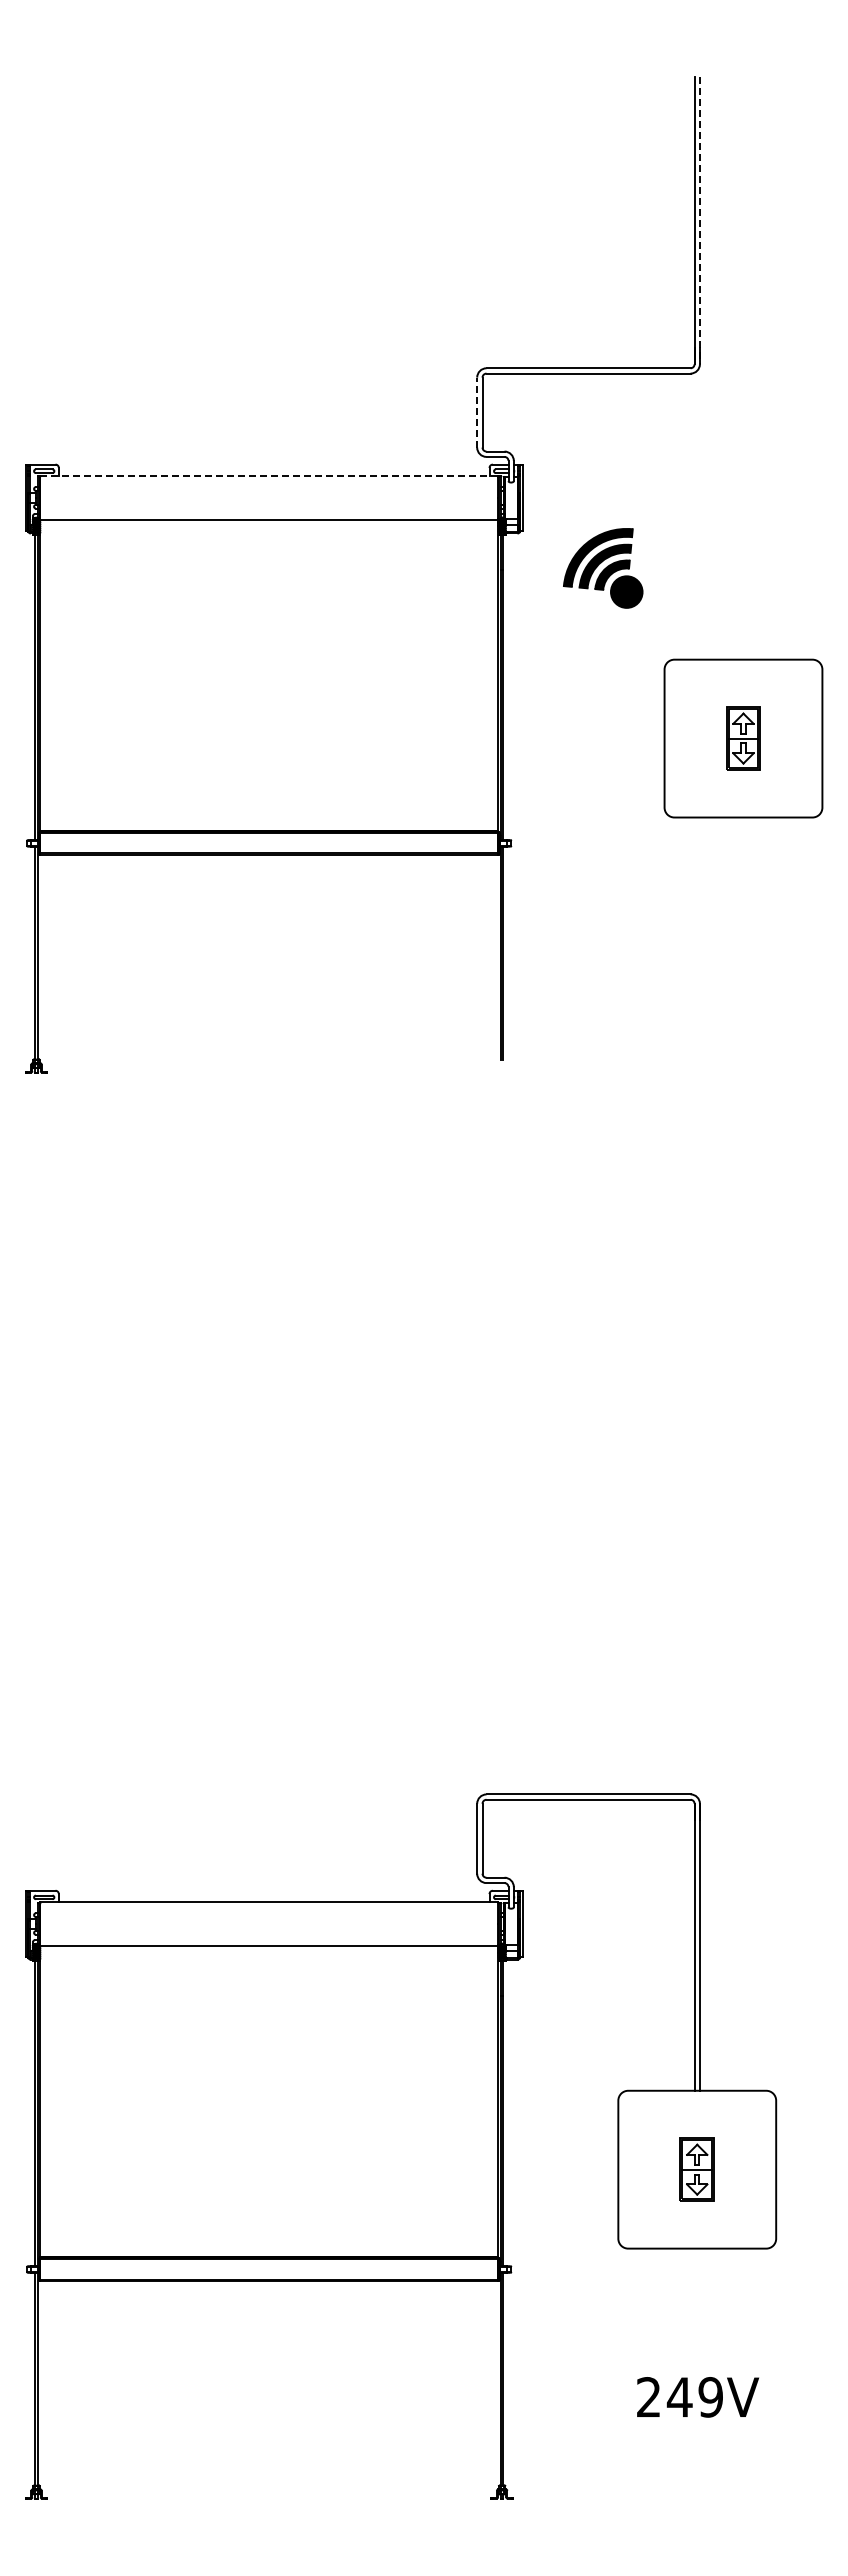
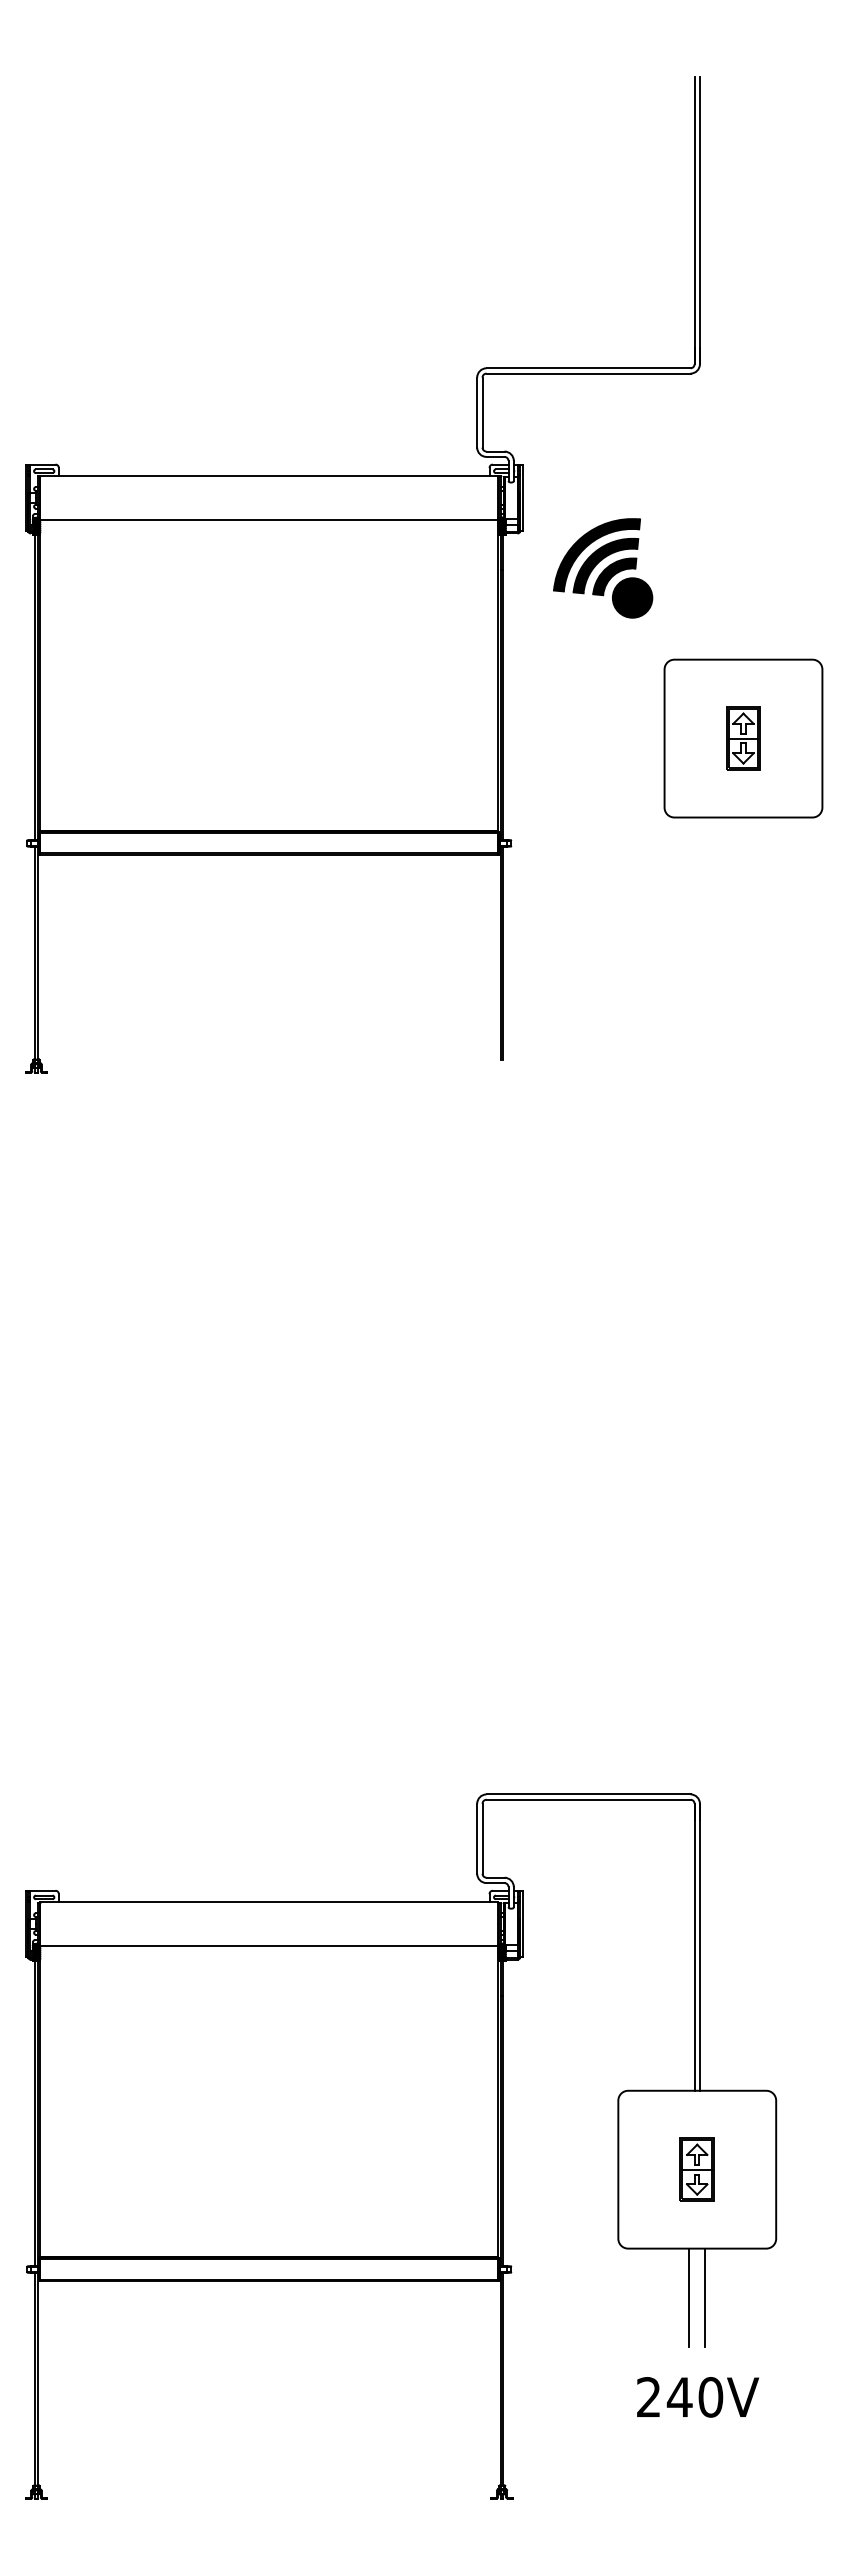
line at (699, 220): dashed -> solid
line at (477, 412): dashed -> solid
line at (269, 476): dashed -> solid
part at (603, 568) size: 81x81 px -> 101x101 px
line at (689, 2297): none -> present
line at (705, 2297): none -> present
text at (710, 2397): 249V -> 240V
